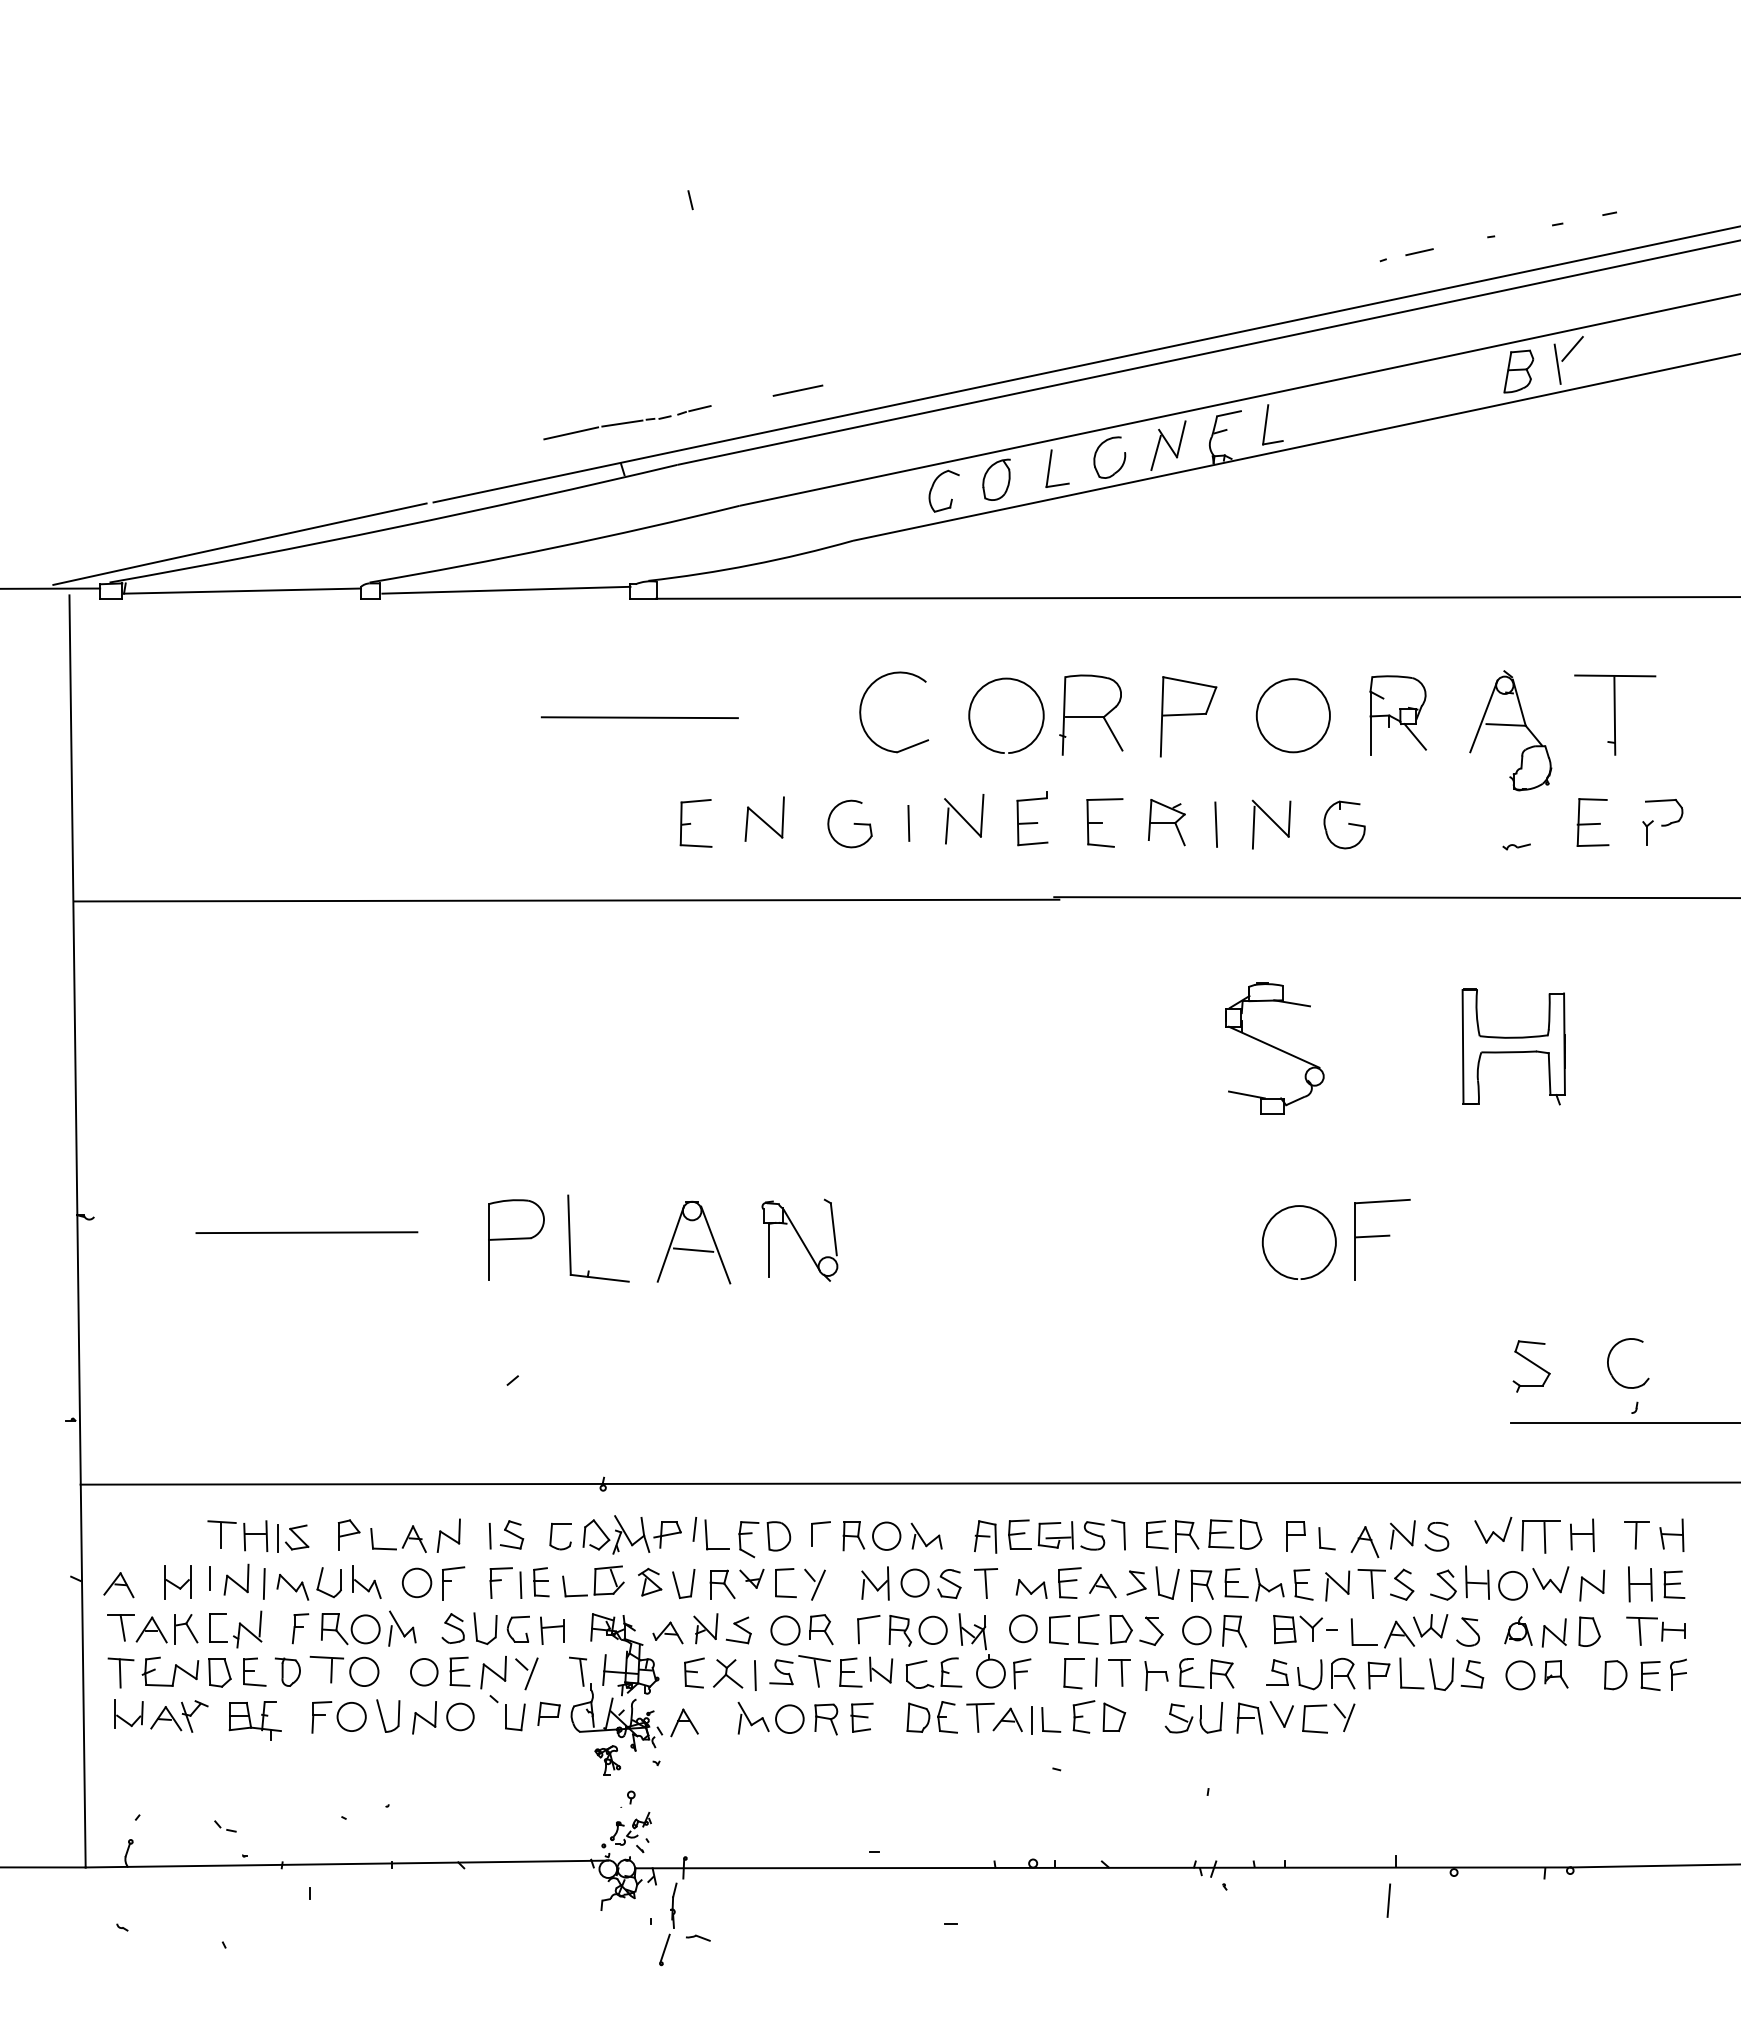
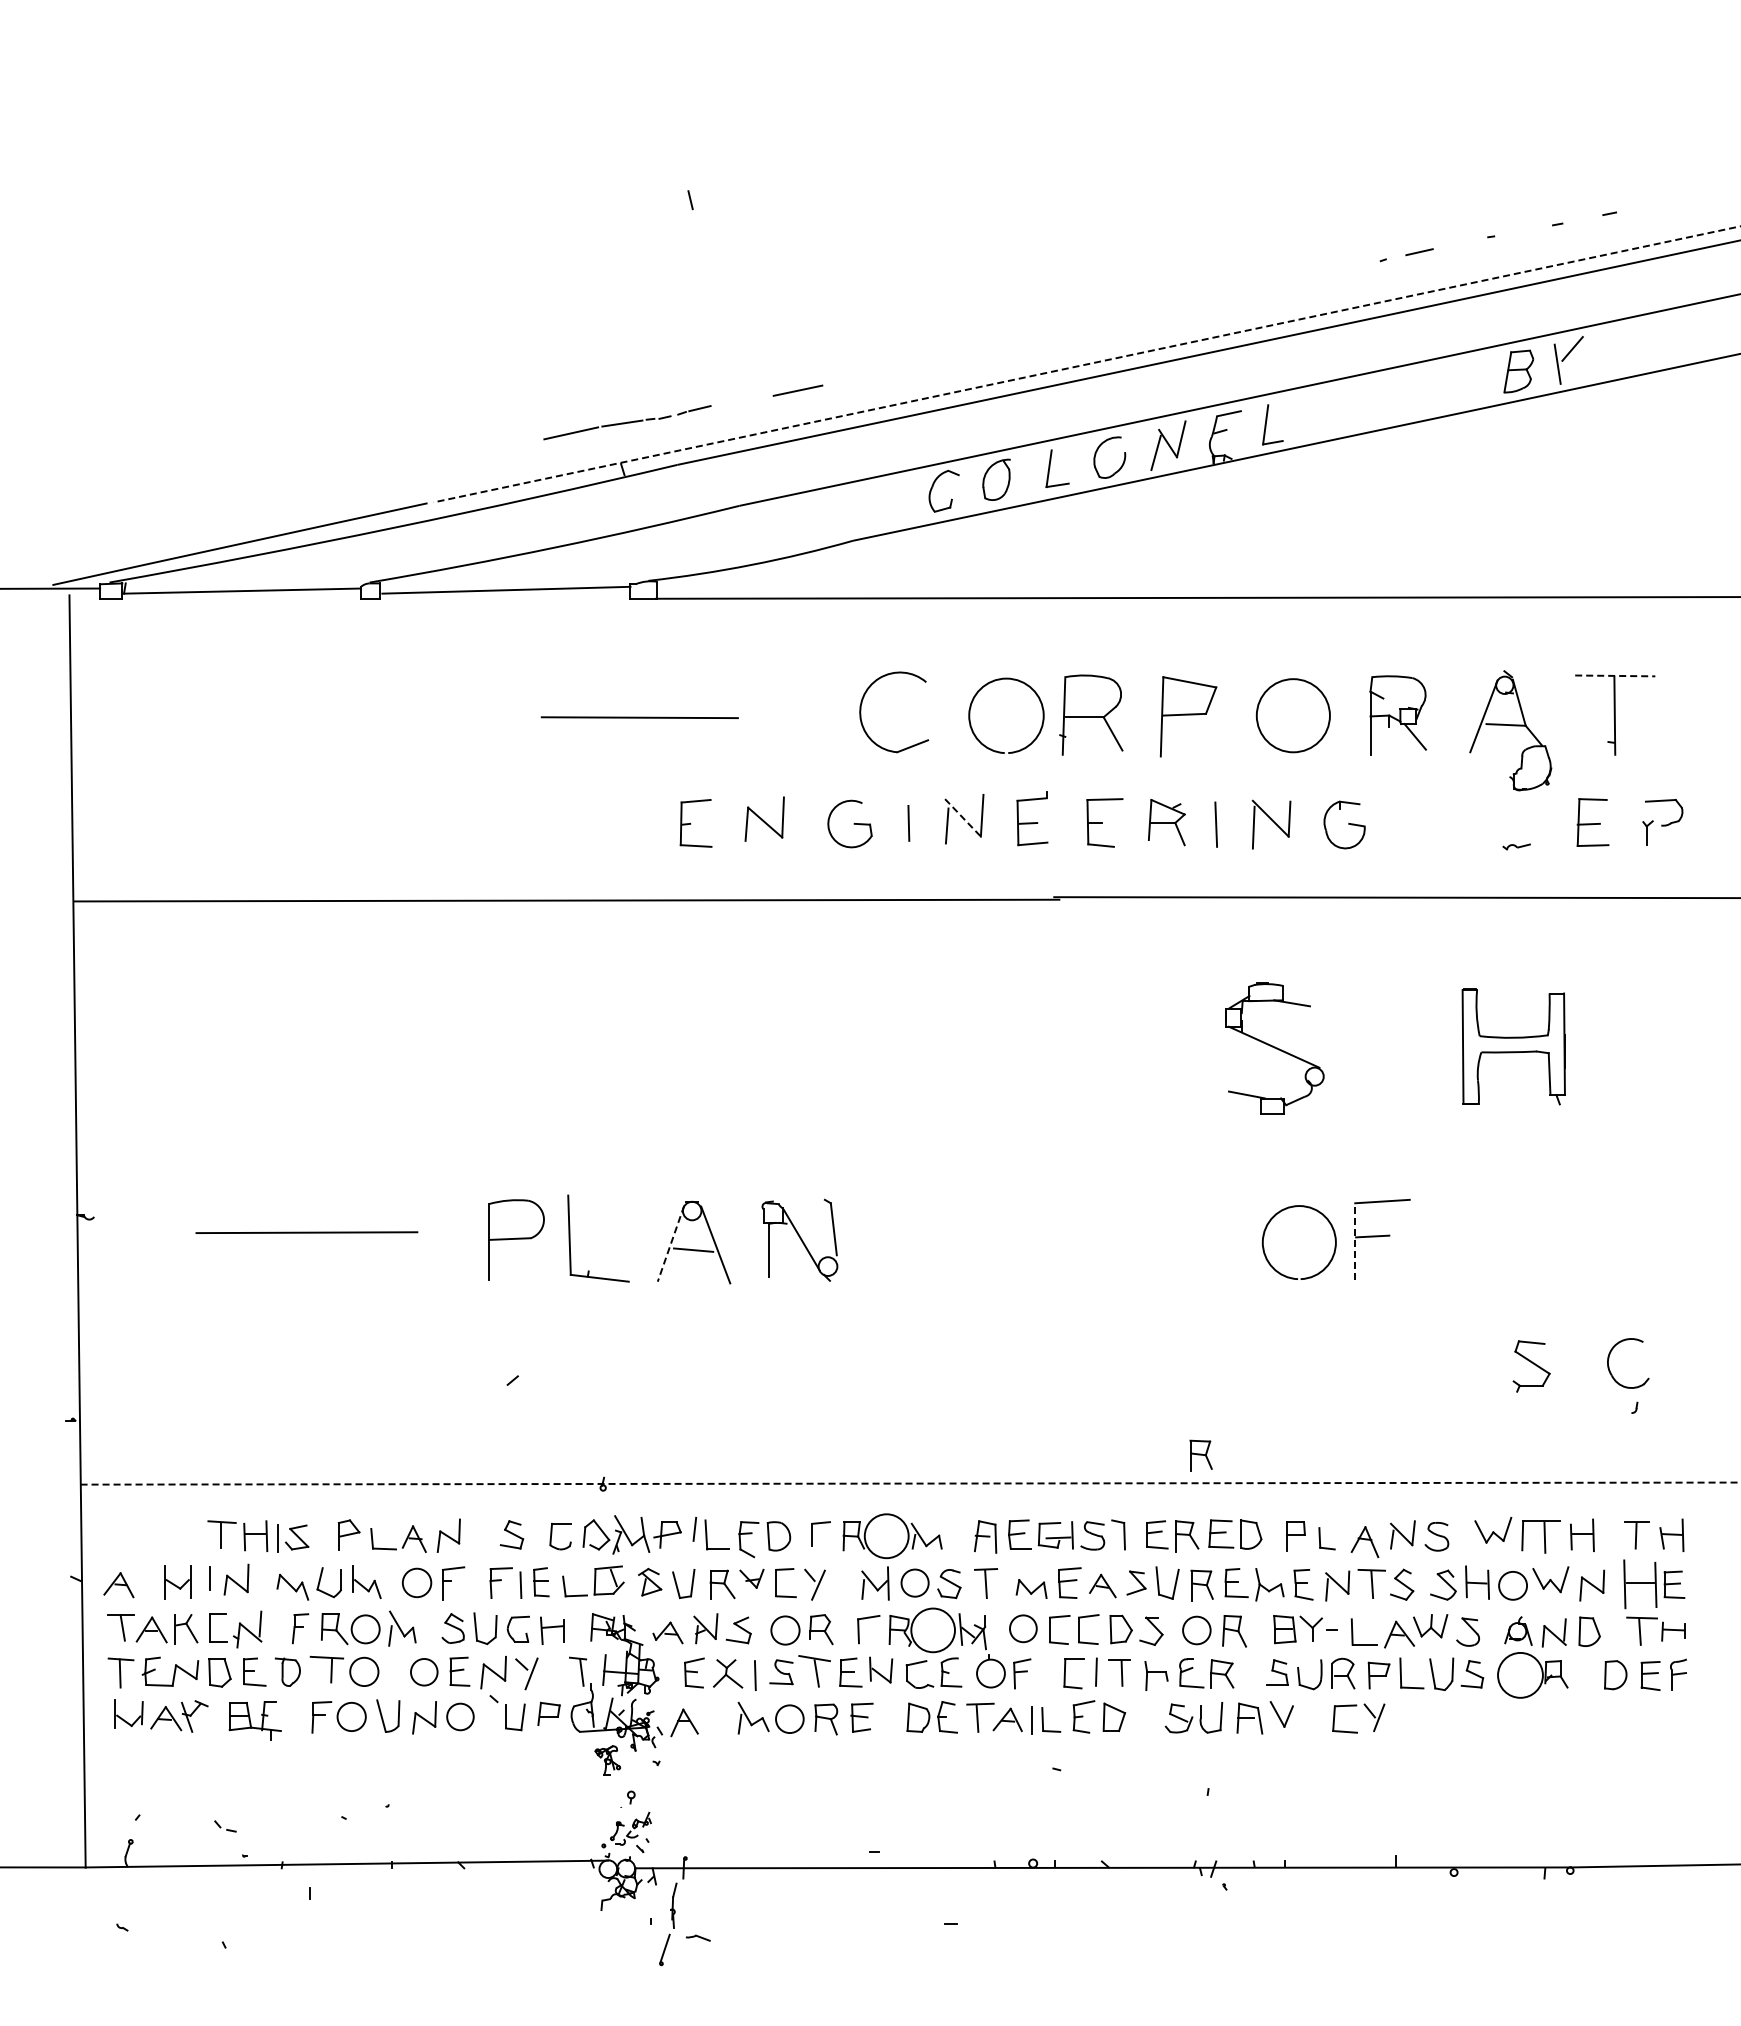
line at (1086, 364): solid -> dashed
line at (1615, 675): solid -> dashed
line at (963, 817): solid -> dashed
line at (1355, 1241): solid -> dashed
line at (670, 1244): solid -> dashed
line at (1624, 1423): present -> none
part at (1200, 1455): none -> present
line at (910, 1483): solid -> dashed
line at (489, 1535): present -> none
circle at (886, 1535) diameter: 27 px -> 44 px
line at (263, 1583): present -> none
part at (1640, 1584) size: 25x37 px -> 35x51 px
circle at (932, 1630) diameter: 27 px -> 44 px
circle at (1520, 1675) diameter: 28 px -> 45 px
part at (1326, 1706) position: (1326, 1706) -> (1356, 1706)
line at (1388, 1900): present -> none
